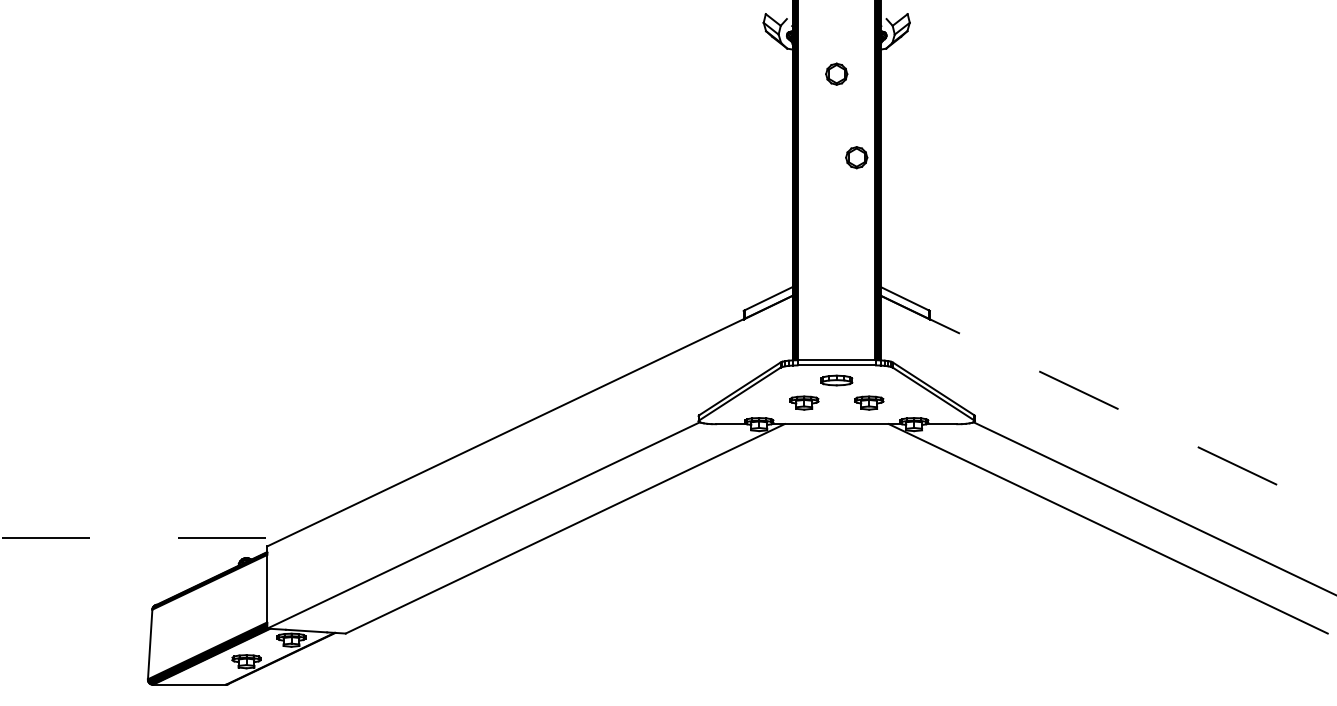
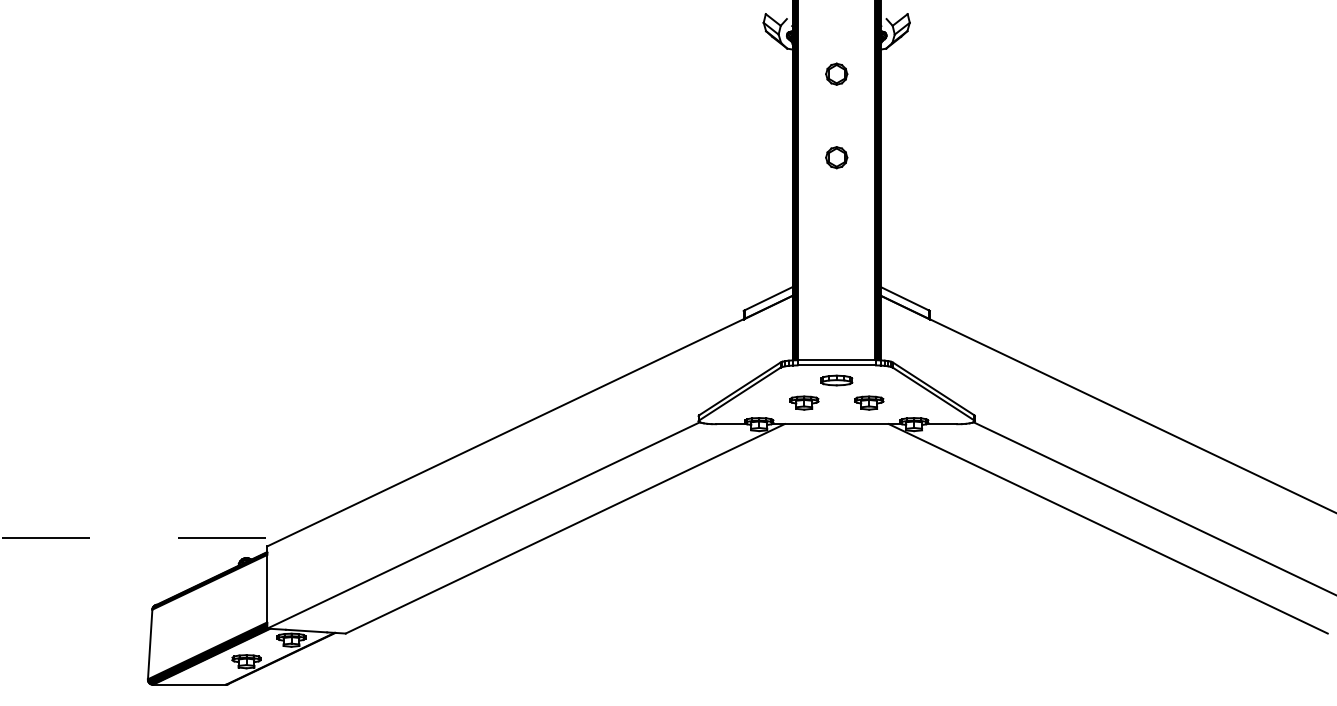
part at (856, 157) position: (856, 157) -> (836, 157)
line at (1108, 404): dashed -> solid
